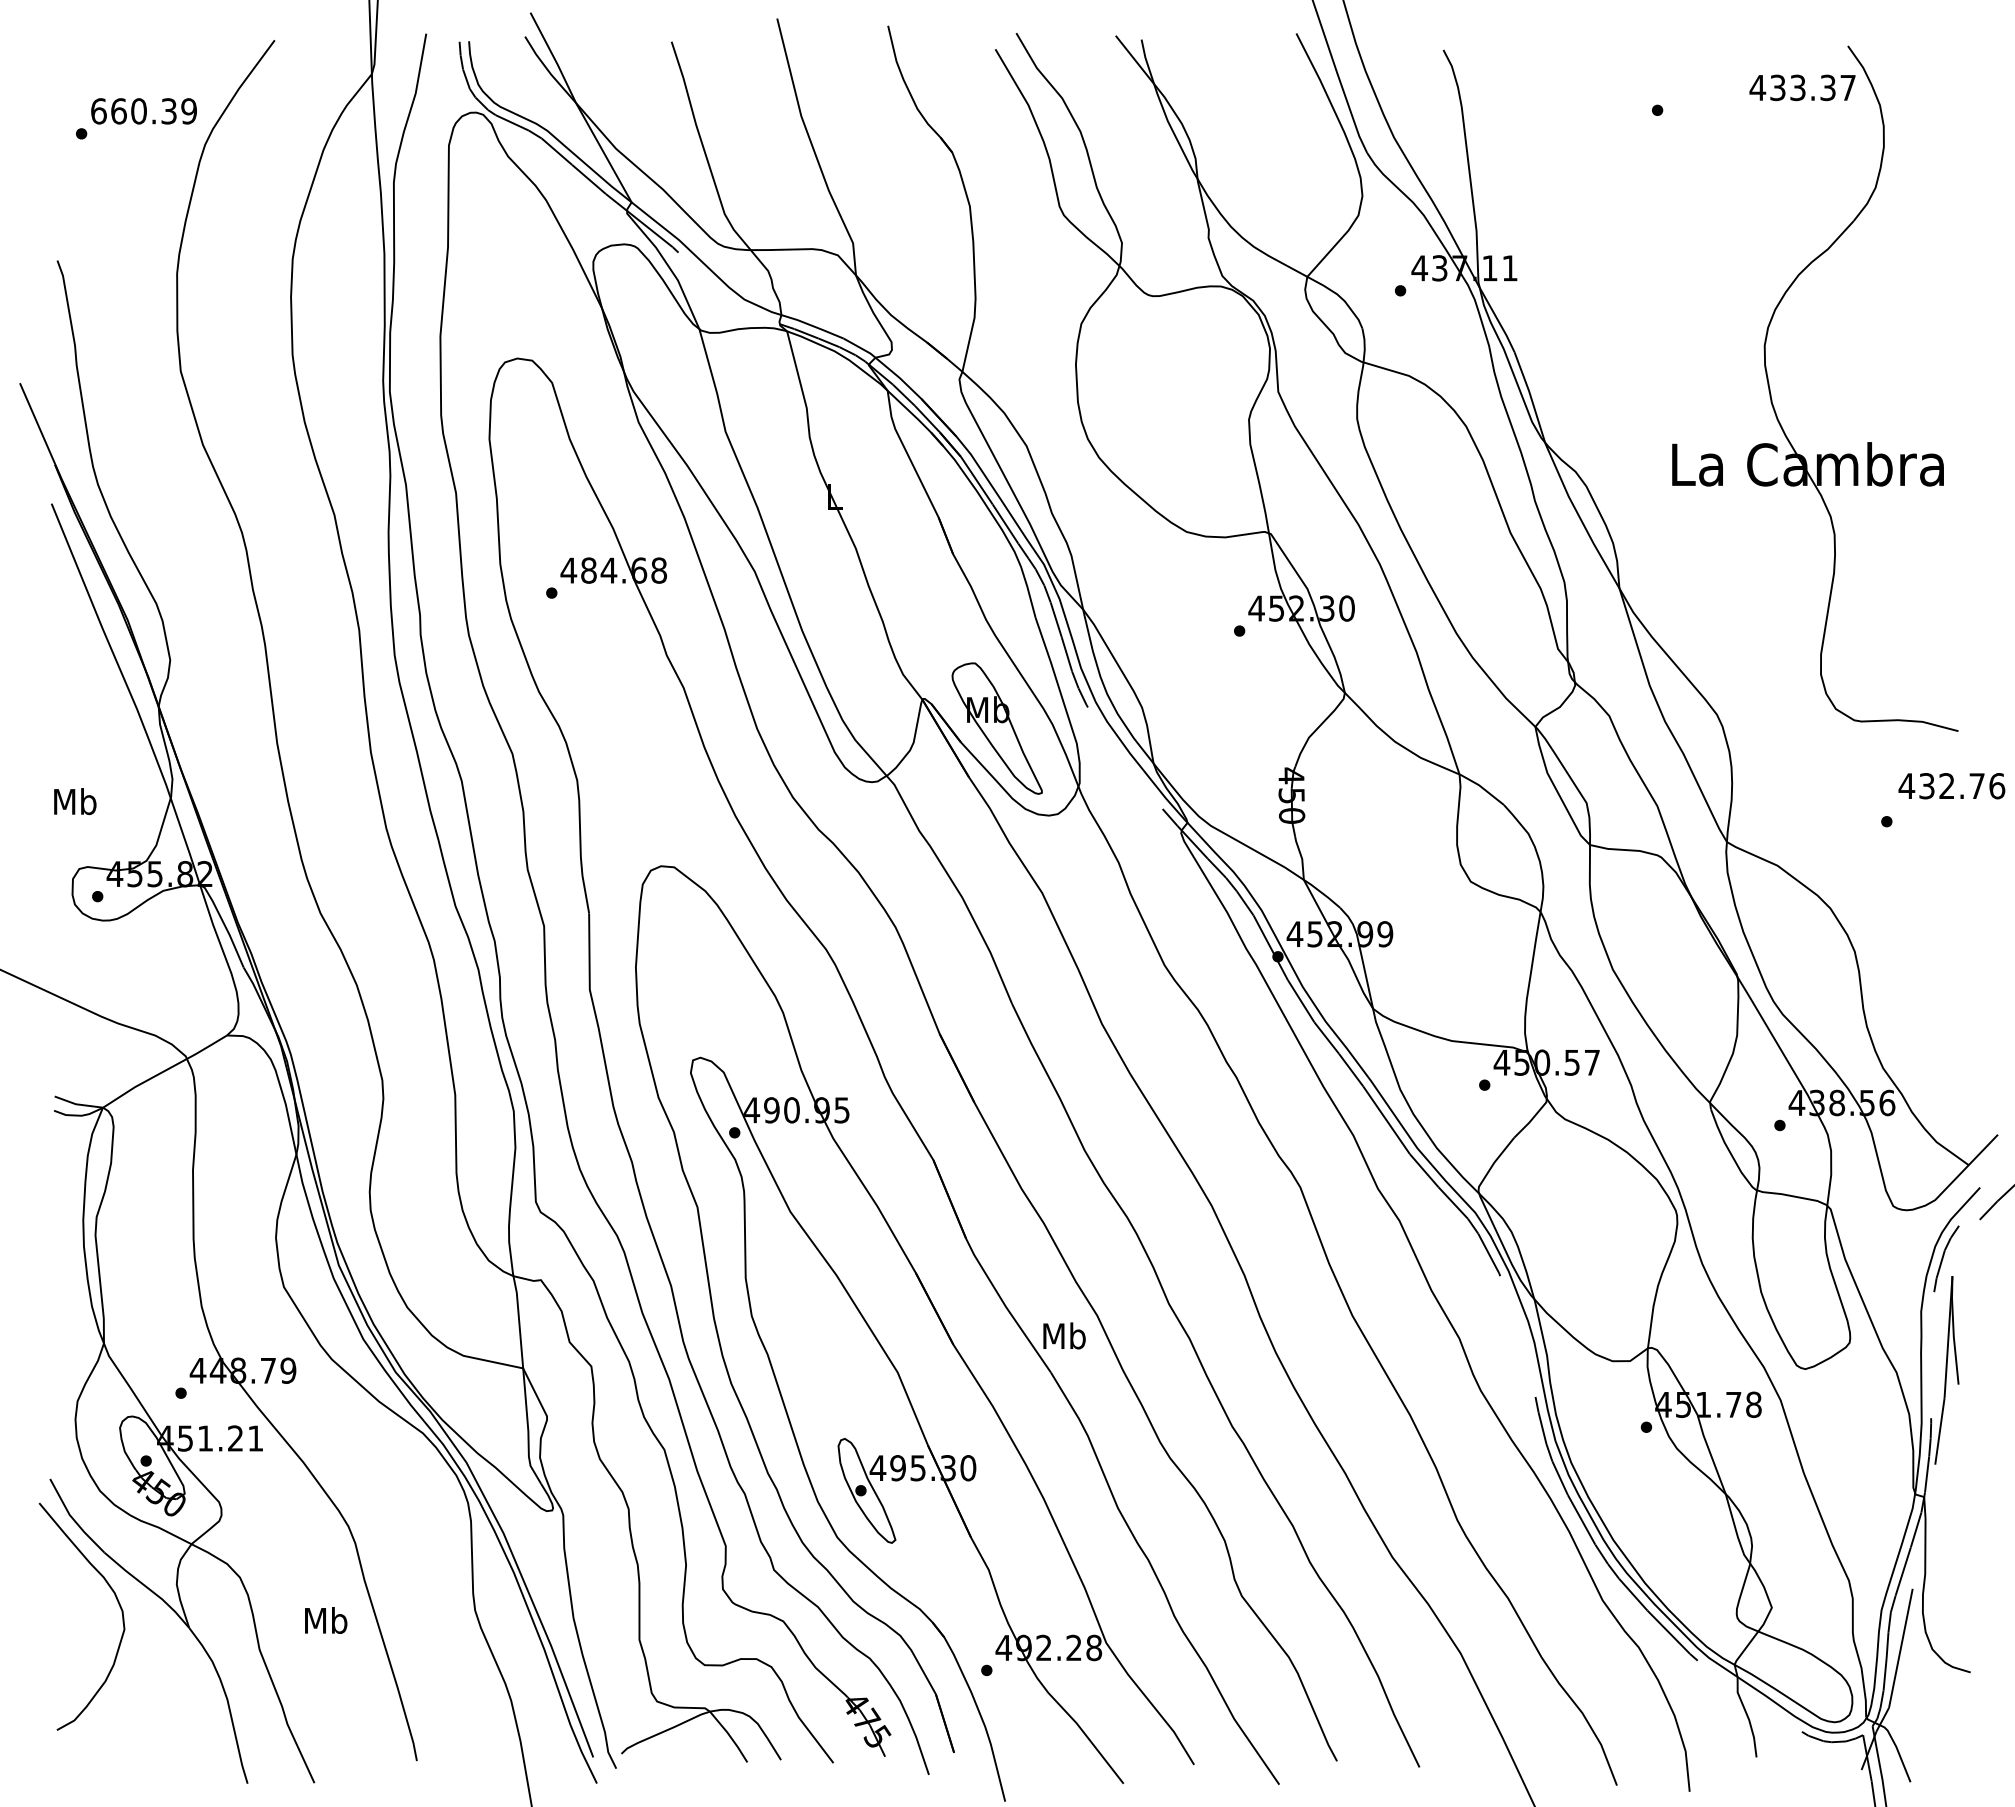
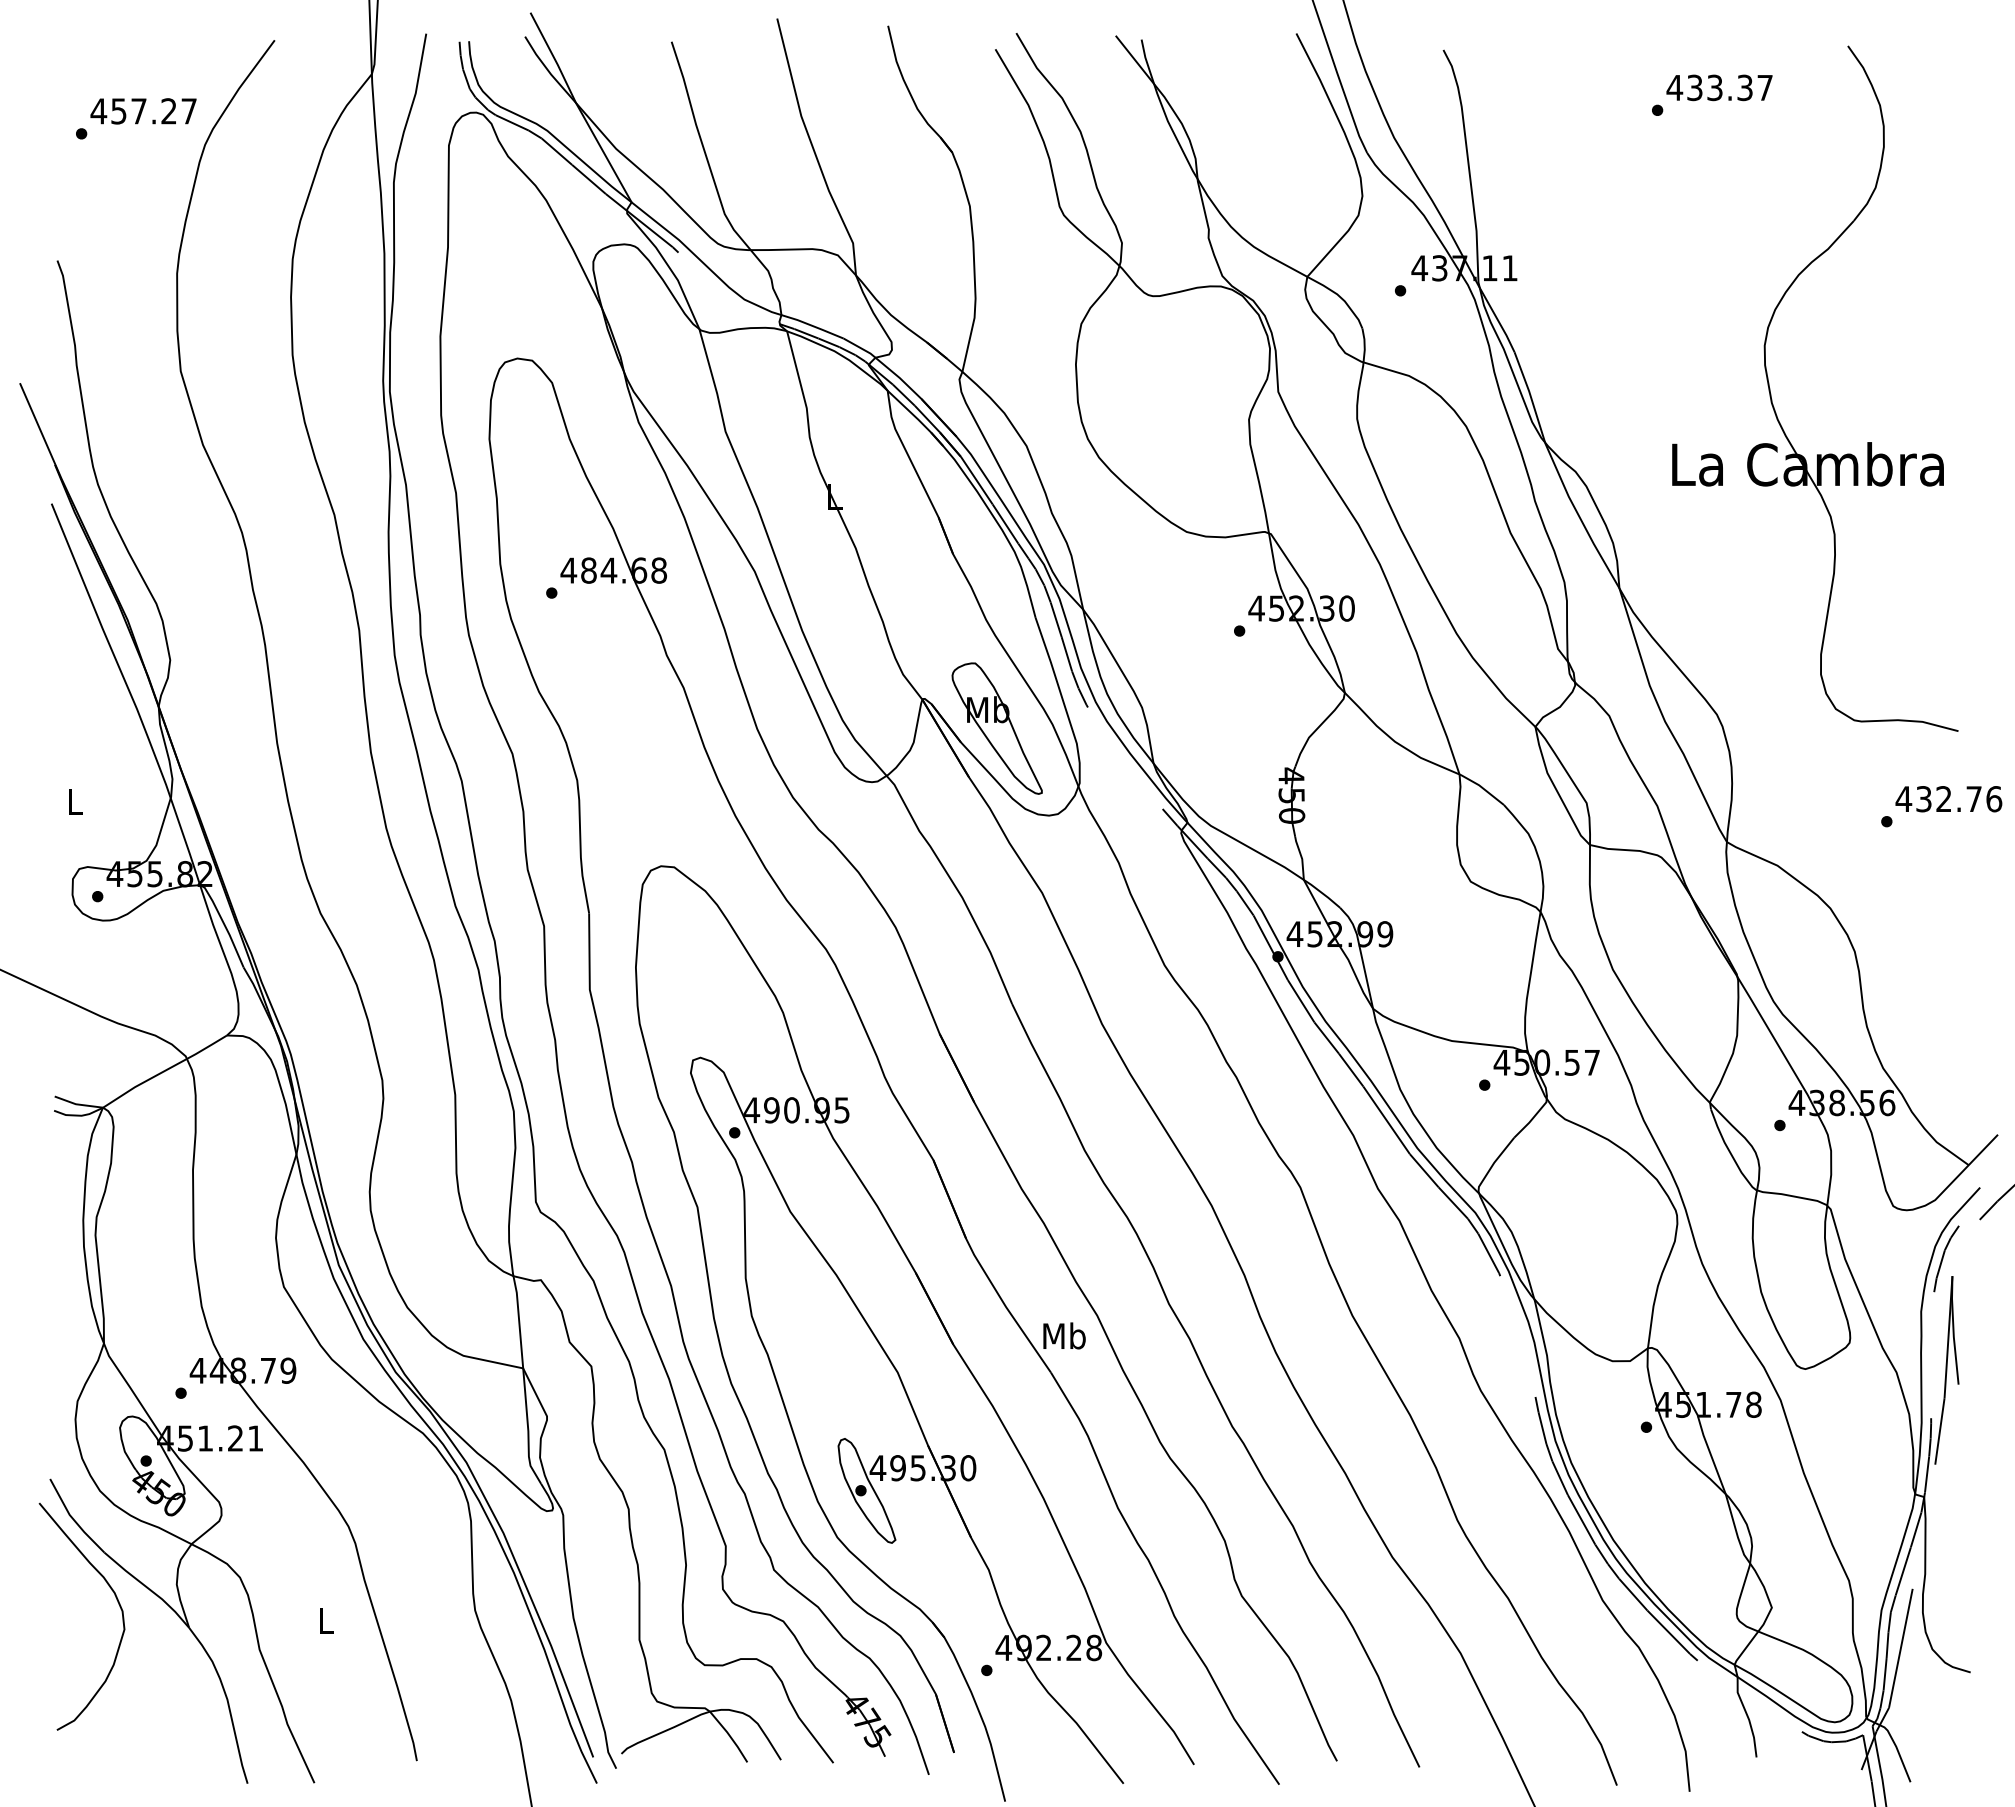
text at (1802, 87) position: (1802, 87) -> (1719, 87)
text at (143, 111): 660.39 -> 457.27
text at (1951, 786) position: (1951, 786) -> (1948, 799)
text at (75, 801): Mb -> L
text at (326, 1620): Mb -> L
